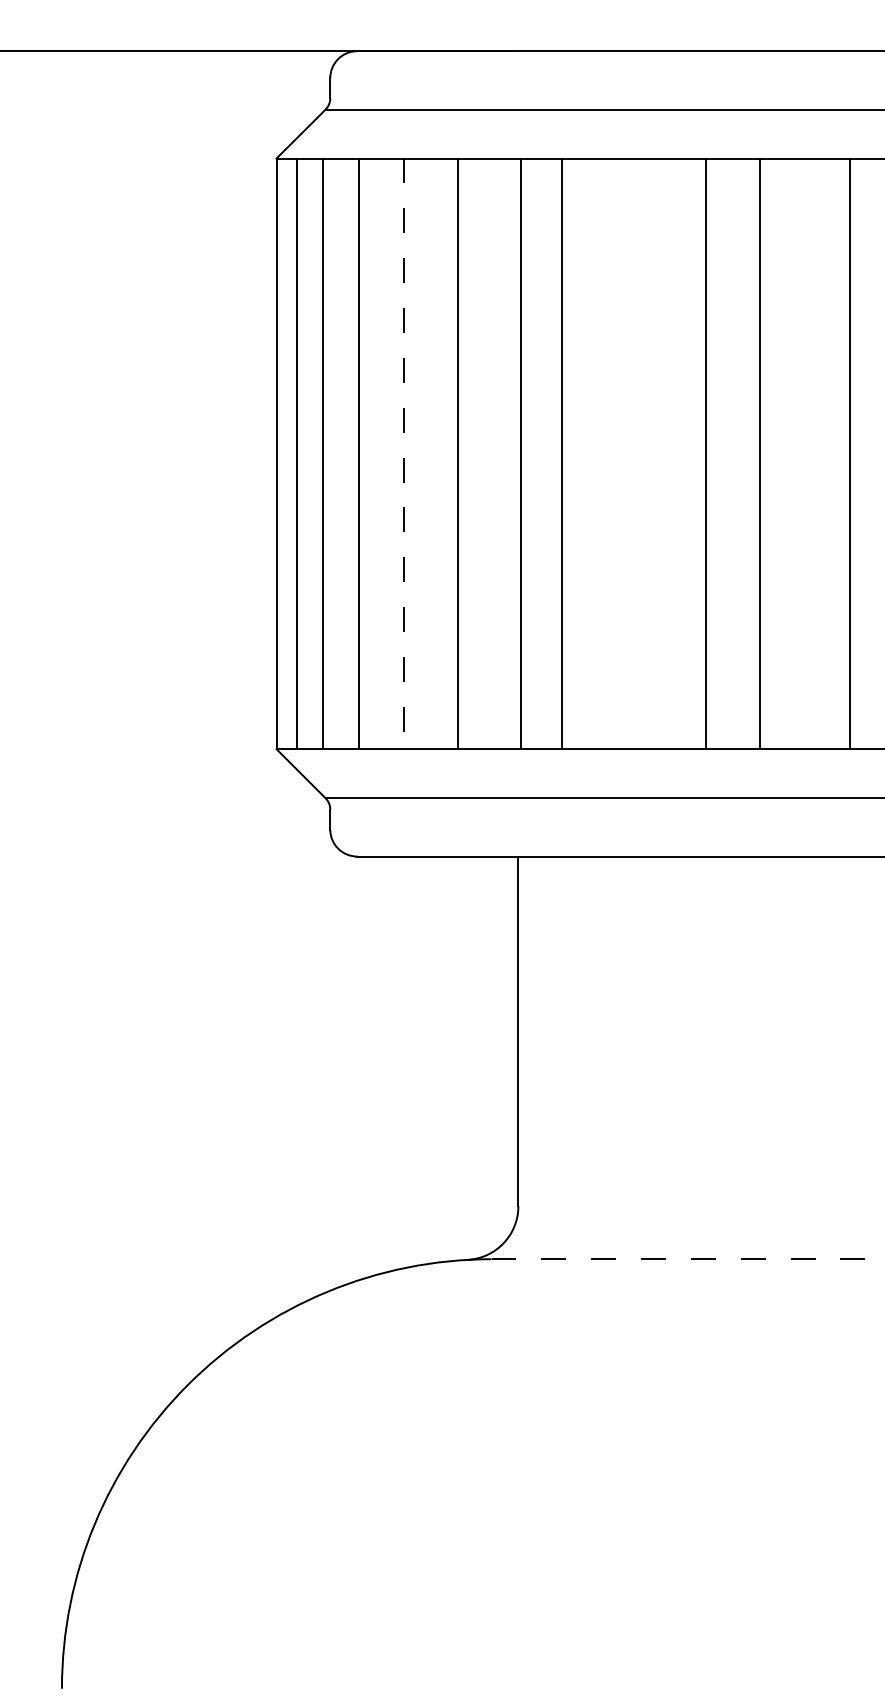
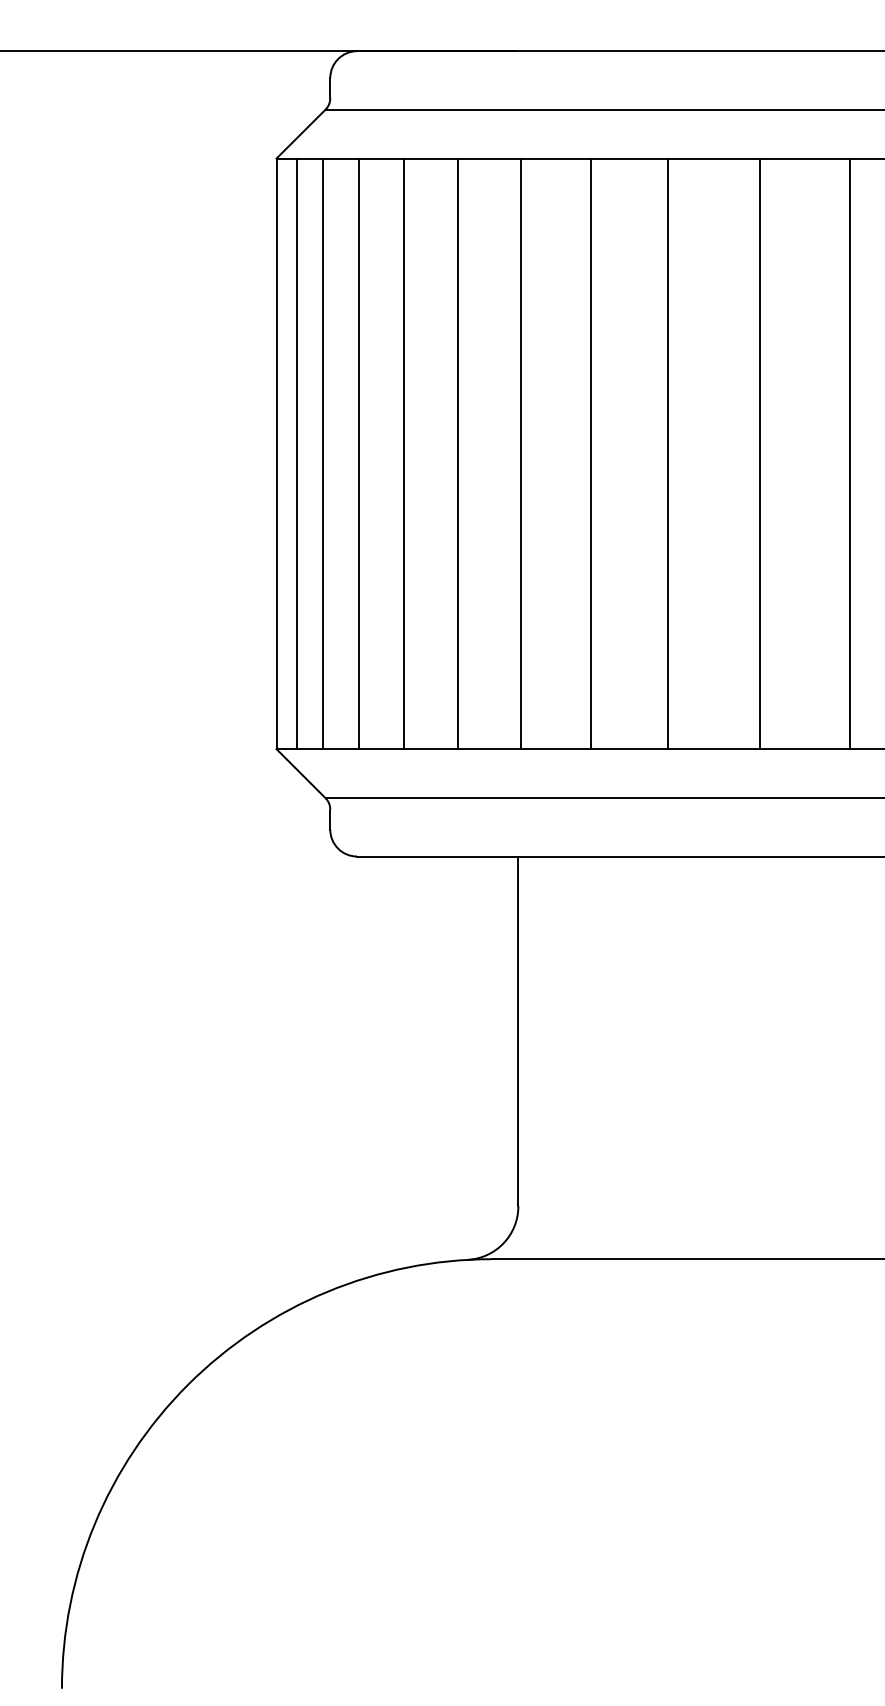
line at (561, 453) position: (561, 453) -> (590, 453)
line at (706, 453) position: (706, 453) -> (668, 453)
line at (403, 454): dashed -> solid
line at (687, 1259): dashed -> solid
